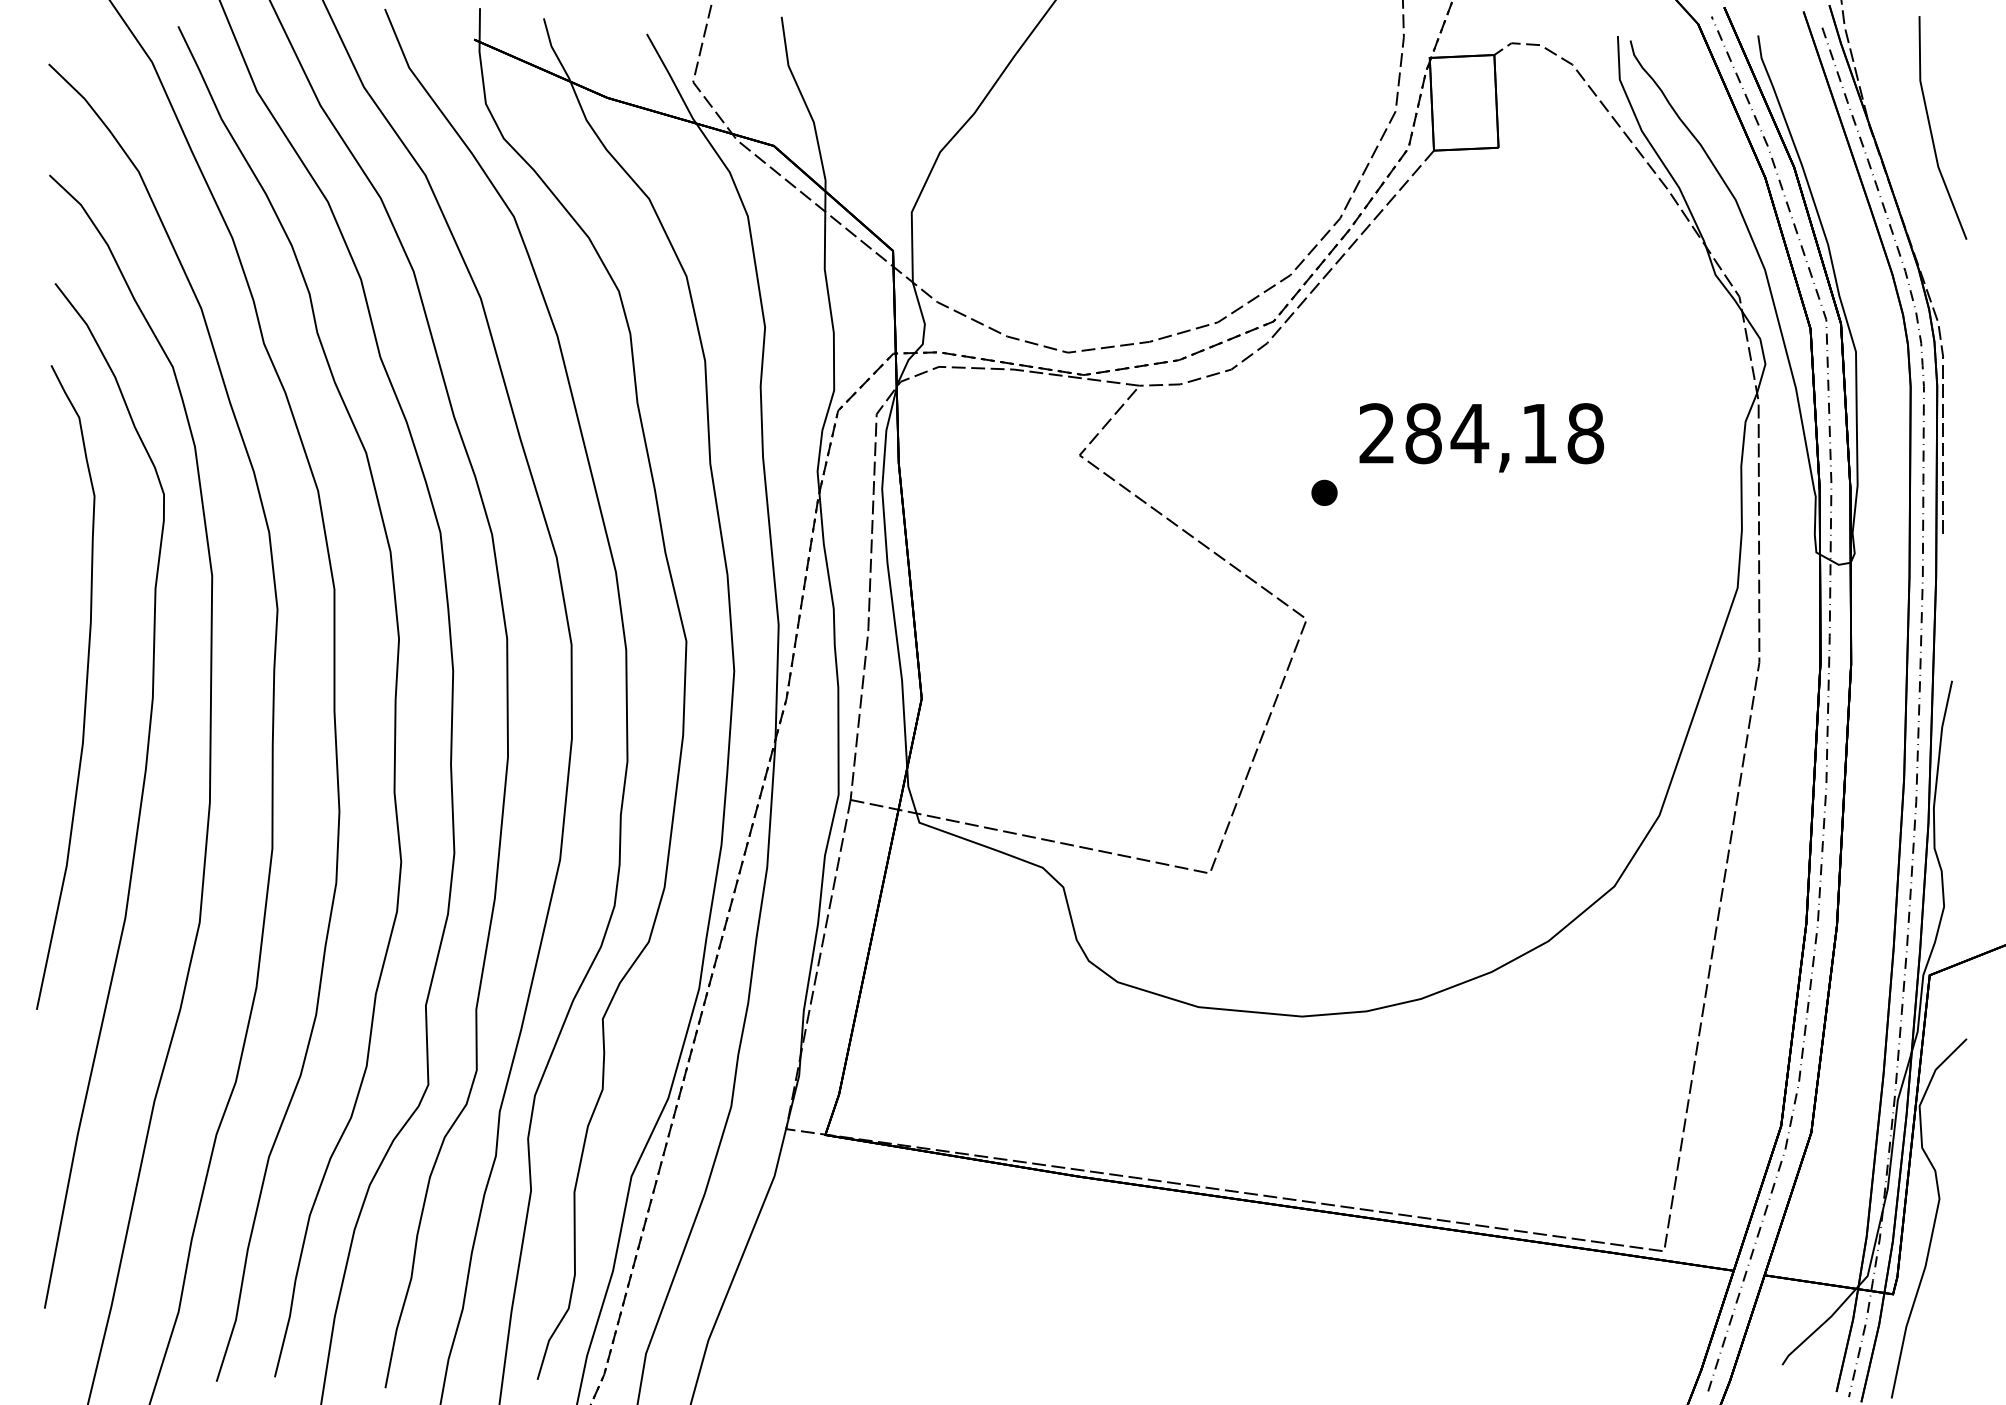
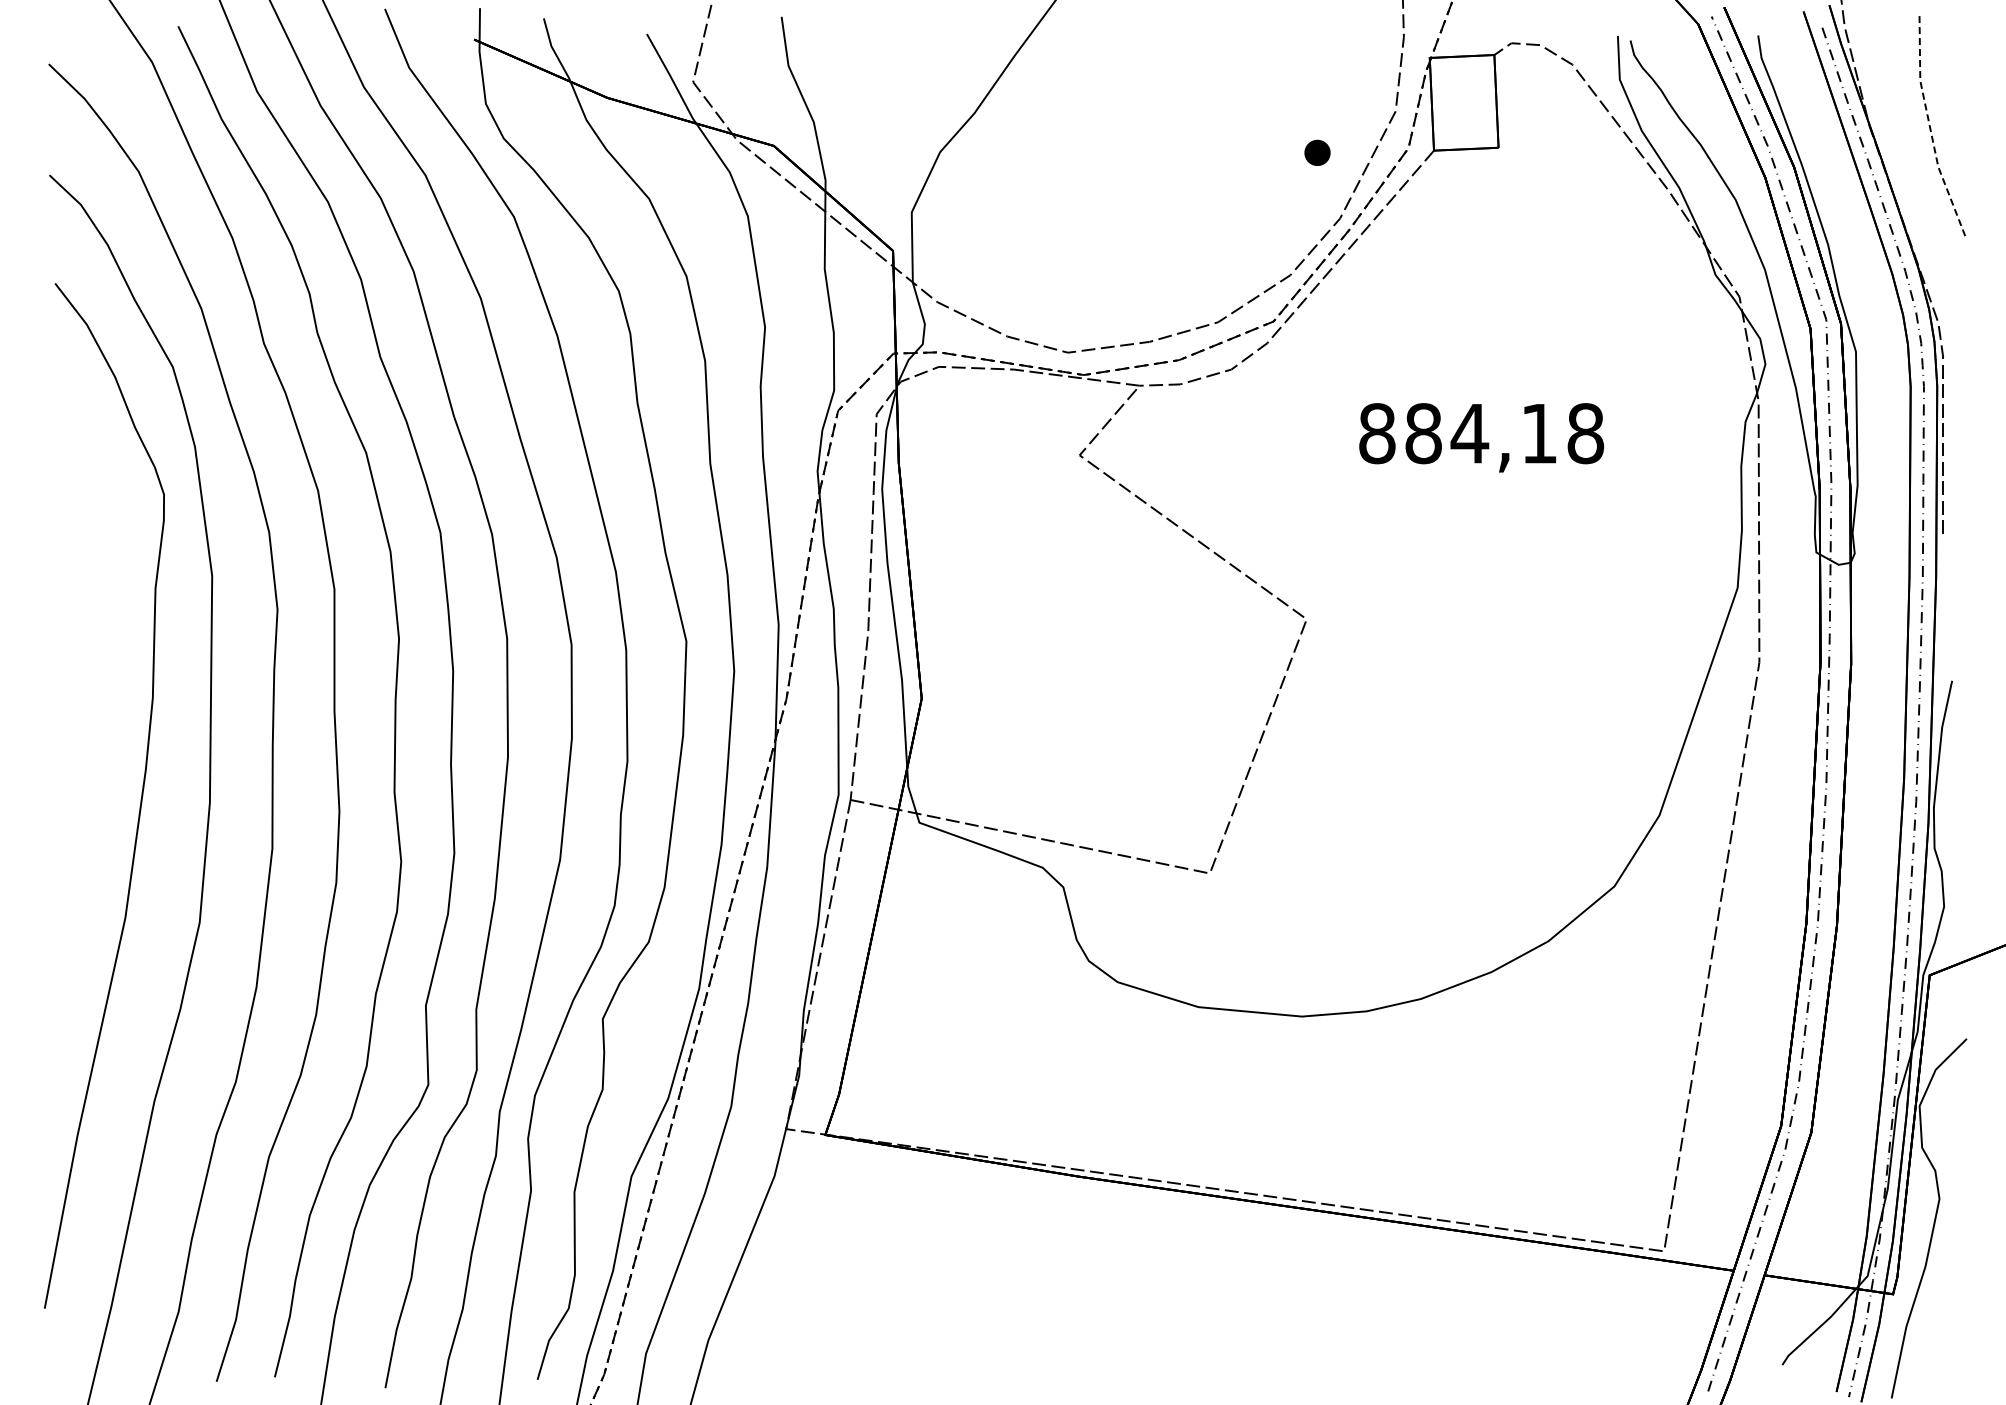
line at (1930, 131): solid -> dashed
text at (1377, 433): 284,18 -> 884,18
part at (1324, 492) position: (1324, 492) -> (1317, 152)
curve at (85, 687): present -> none
